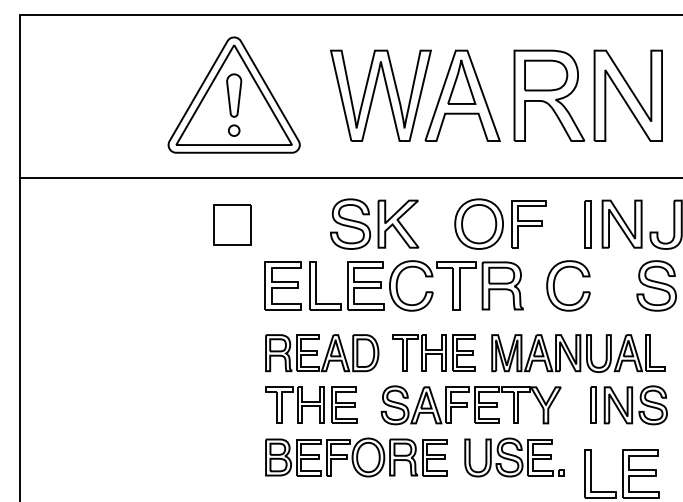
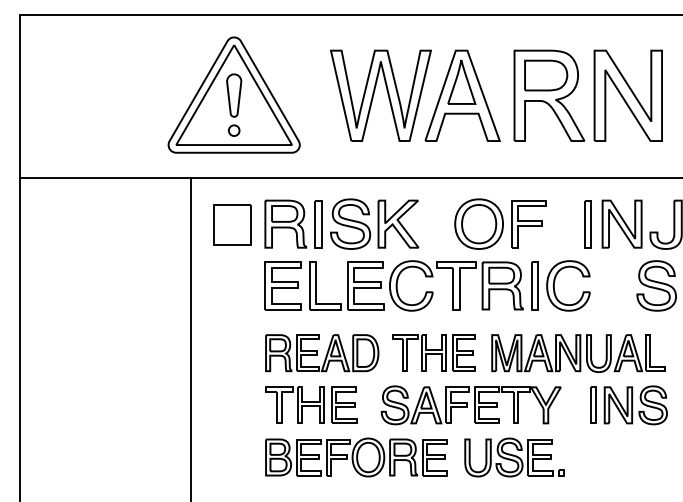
part at (293, 223): none -> present
part at (534, 285): none -> present
line at (190, 338): none -> present
part at (621, 473): present -> none
